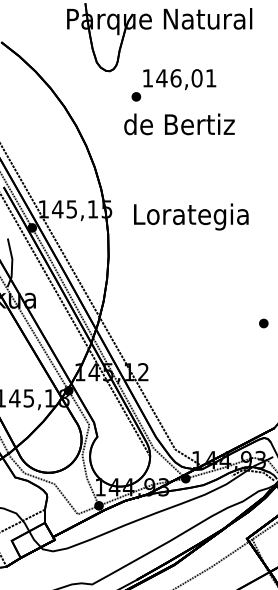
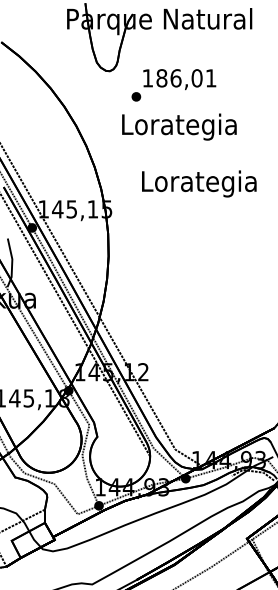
text at (161, 78): 146,01 -> 186,01
text at (179, 126): de Bertiz -> Lorategia
text at (191, 216) position: (191, 216) -> (199, 183)
part at (263, 323): present -> none
